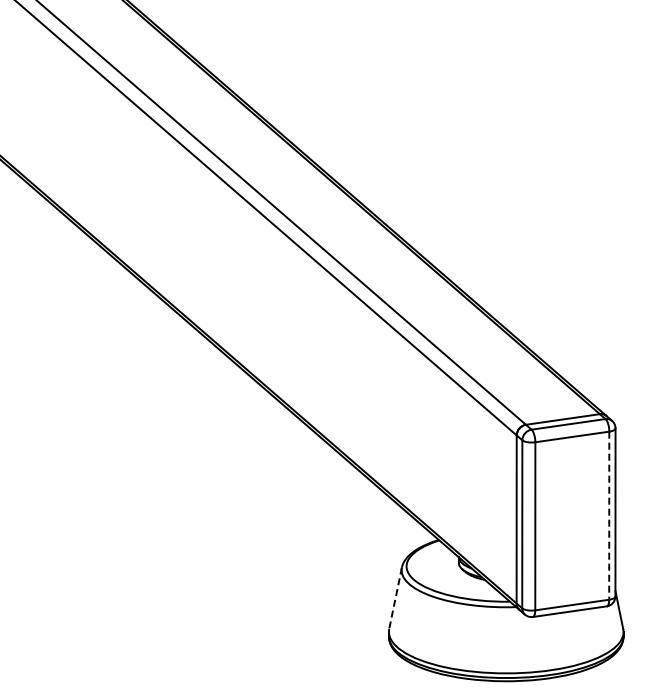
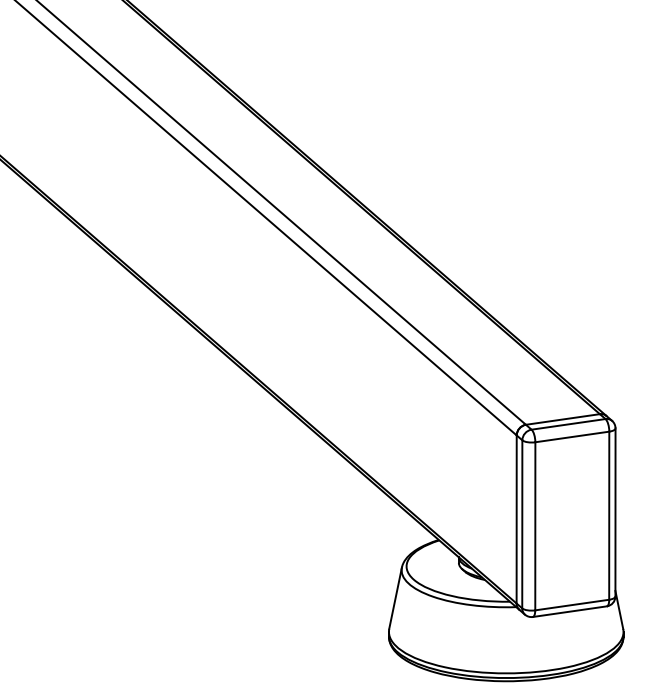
line at (609, 516): dashed -> solid
line at (395, 598): dashed -> solid
